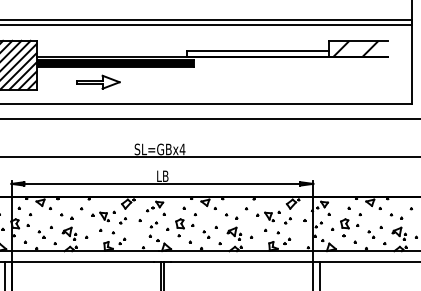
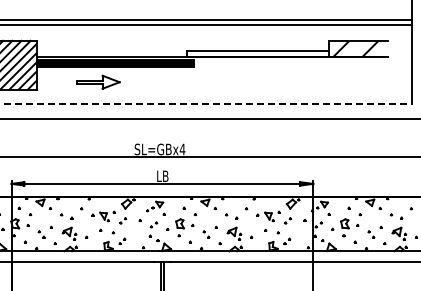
line at (206, 103): solid -> dashed
line at (5, 274): present -> none
line at (319, 274): present -> none
